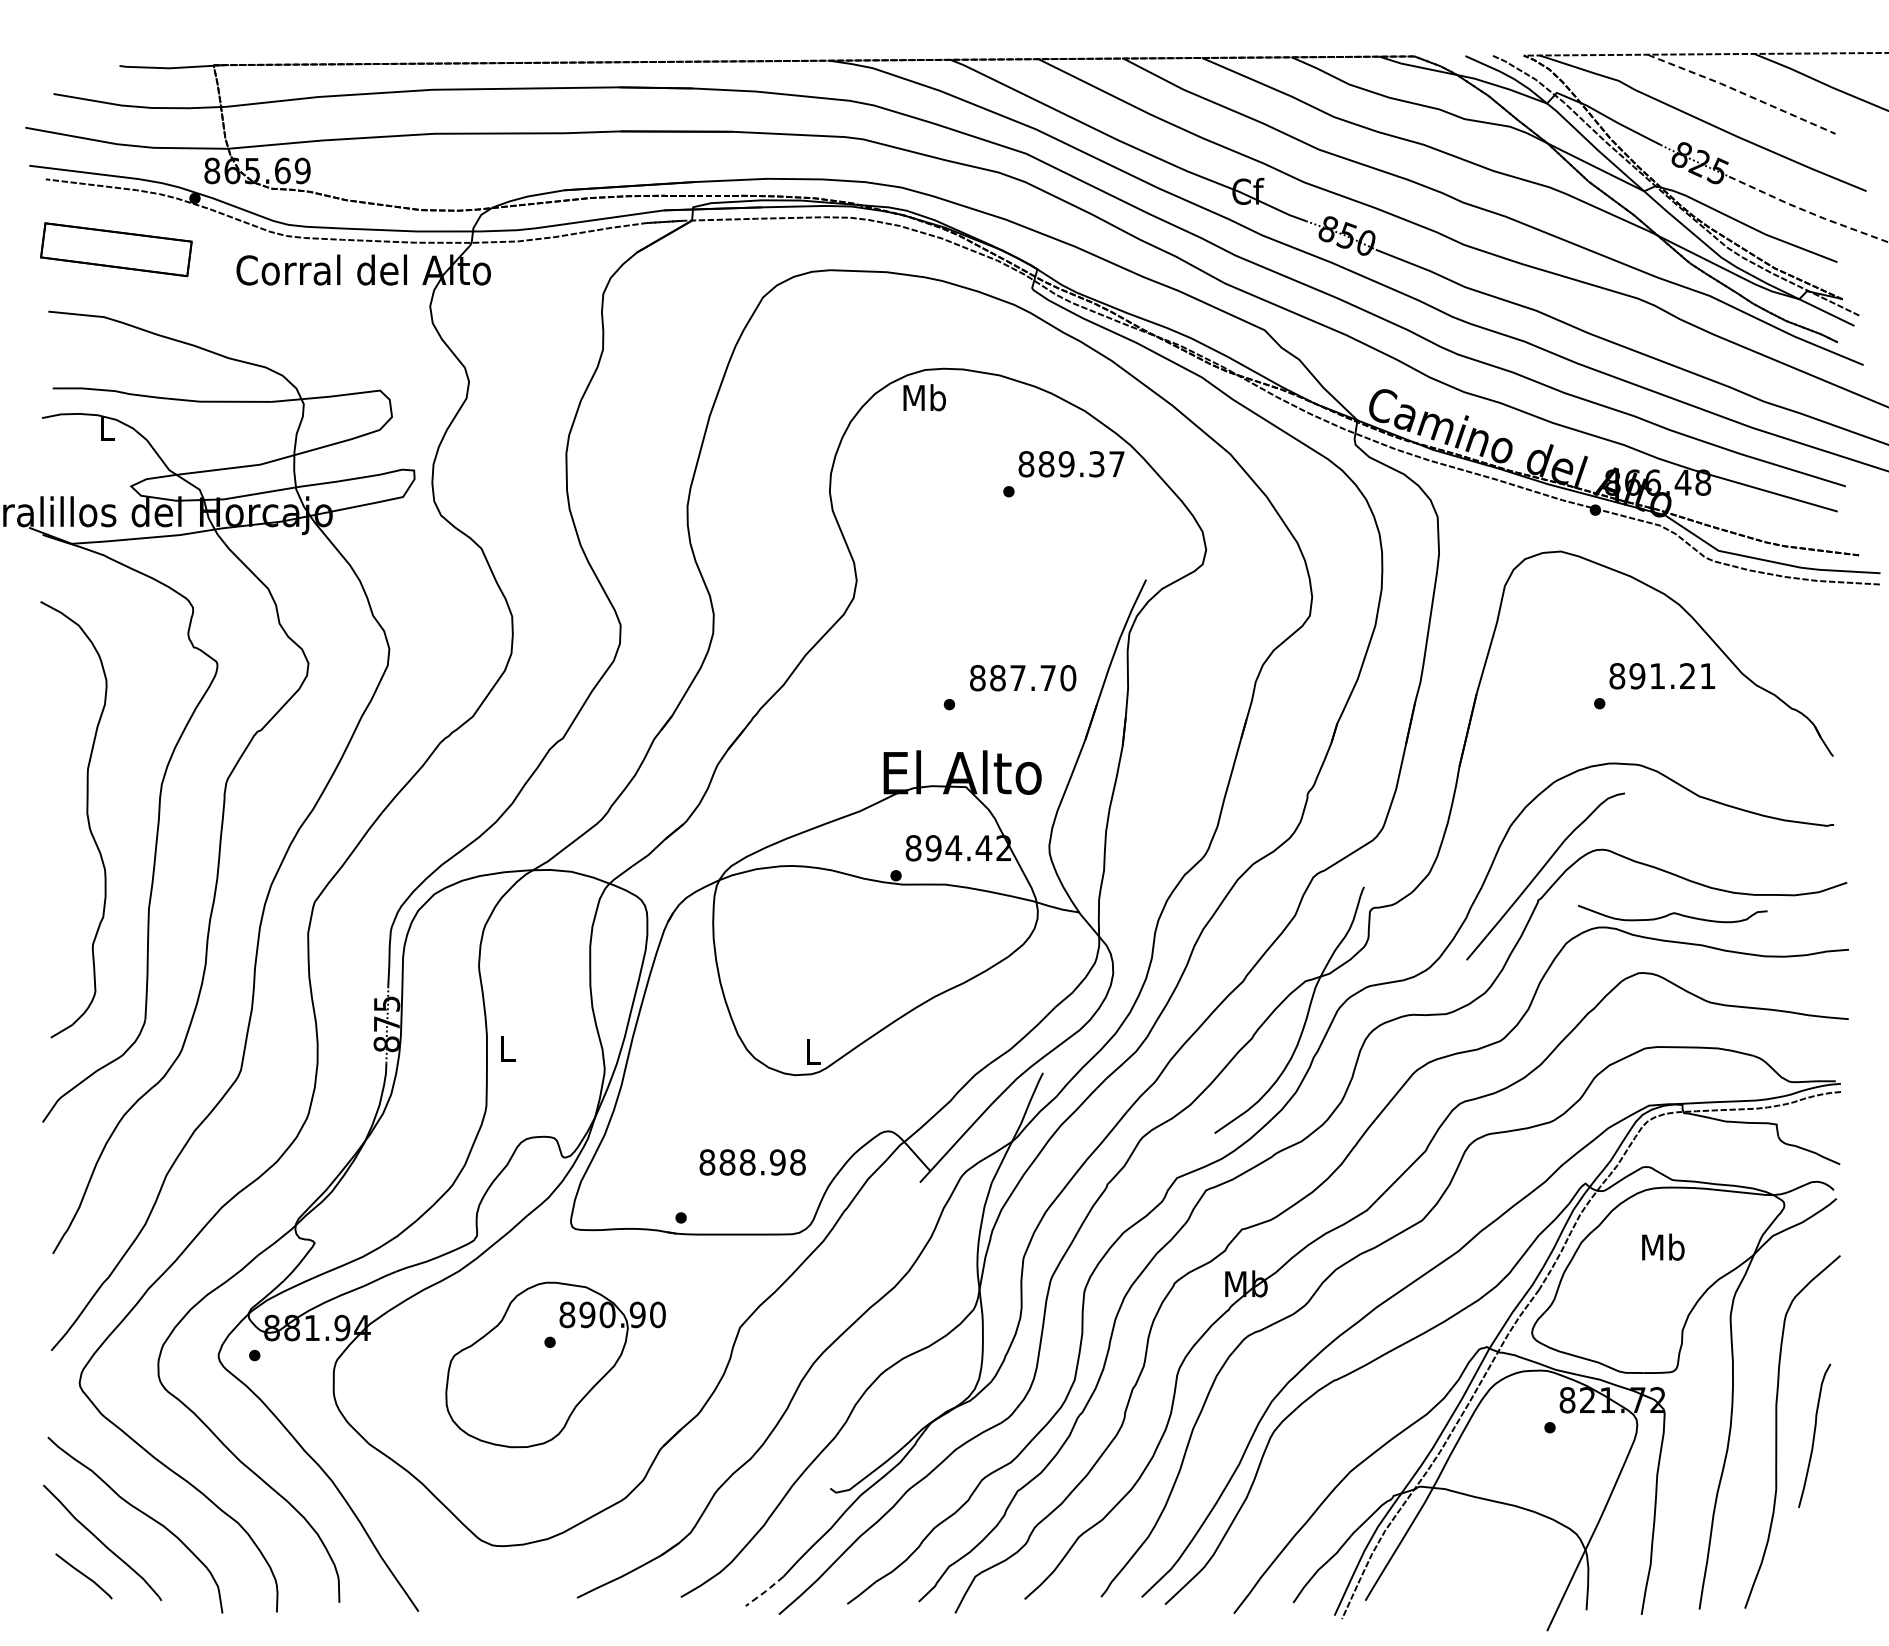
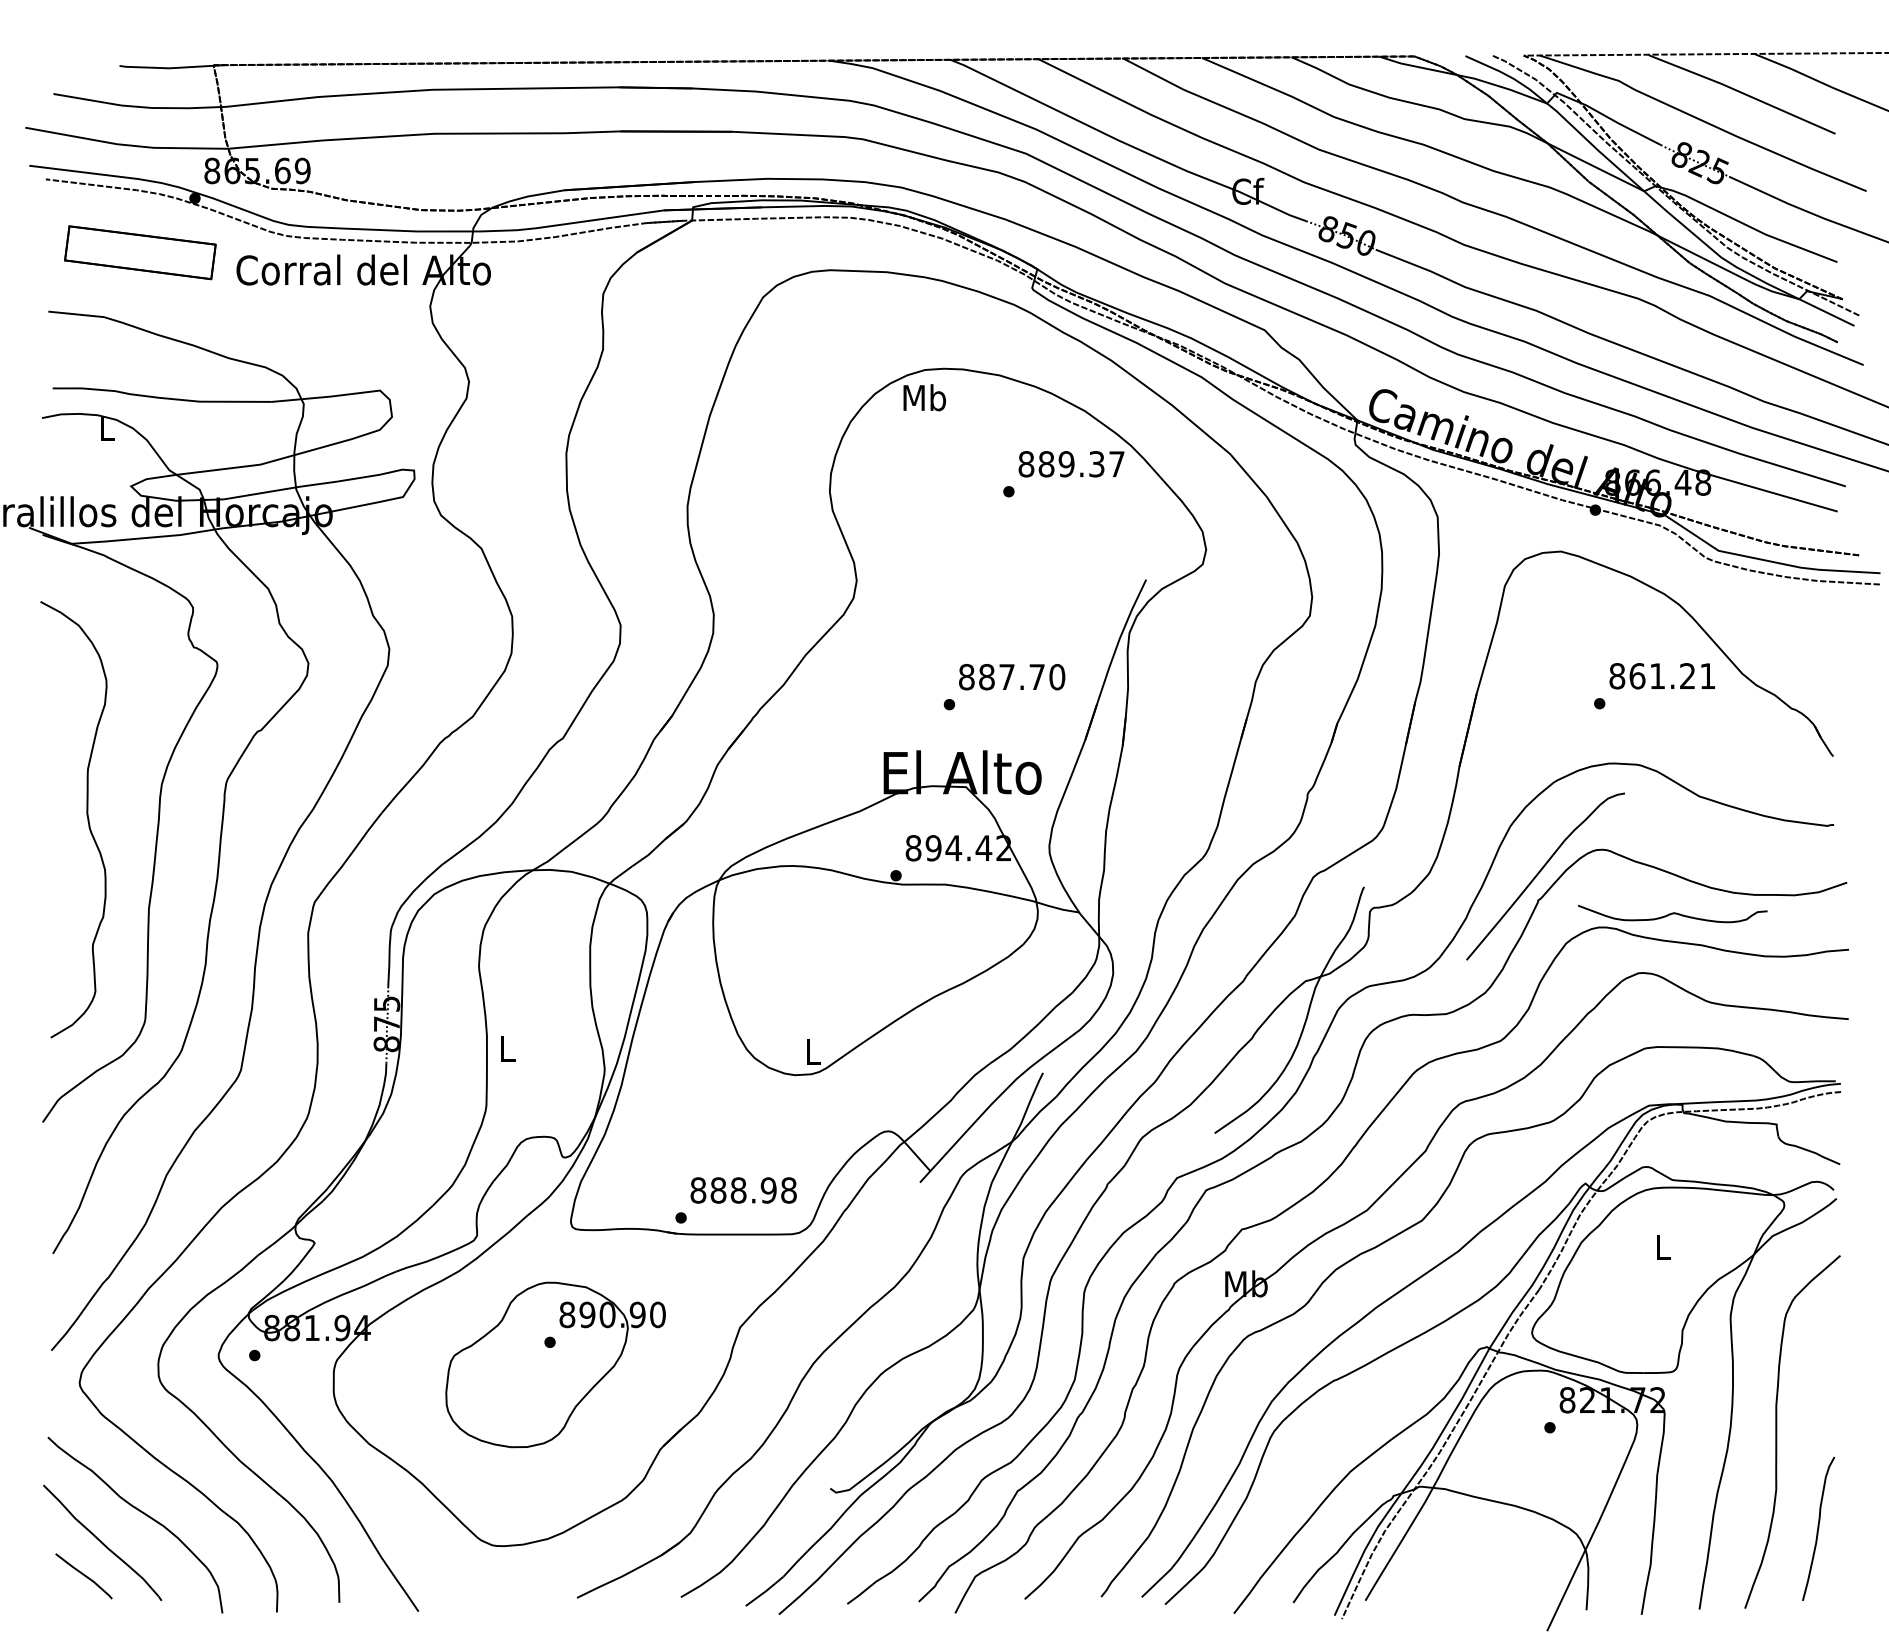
line at (1741, 92): dashed -> solid
line at (1808, 211): dashed -> solid
part at (116, 249) position: (116, 249) -> (140, 252)
text at (1637, 676): 891.21 -> 861.21
text at (1023, 678) position: (1023, 678) -> (1012, 677)
text at (752, 1162) position: (752, 1162) -> (743, 1190)
text at (1663, 1246): Mb -> L
curve at (1814, 1435) position: (1814, 1435) -> (1818, 1528)
line at (765, 1591): dashed -> solid
